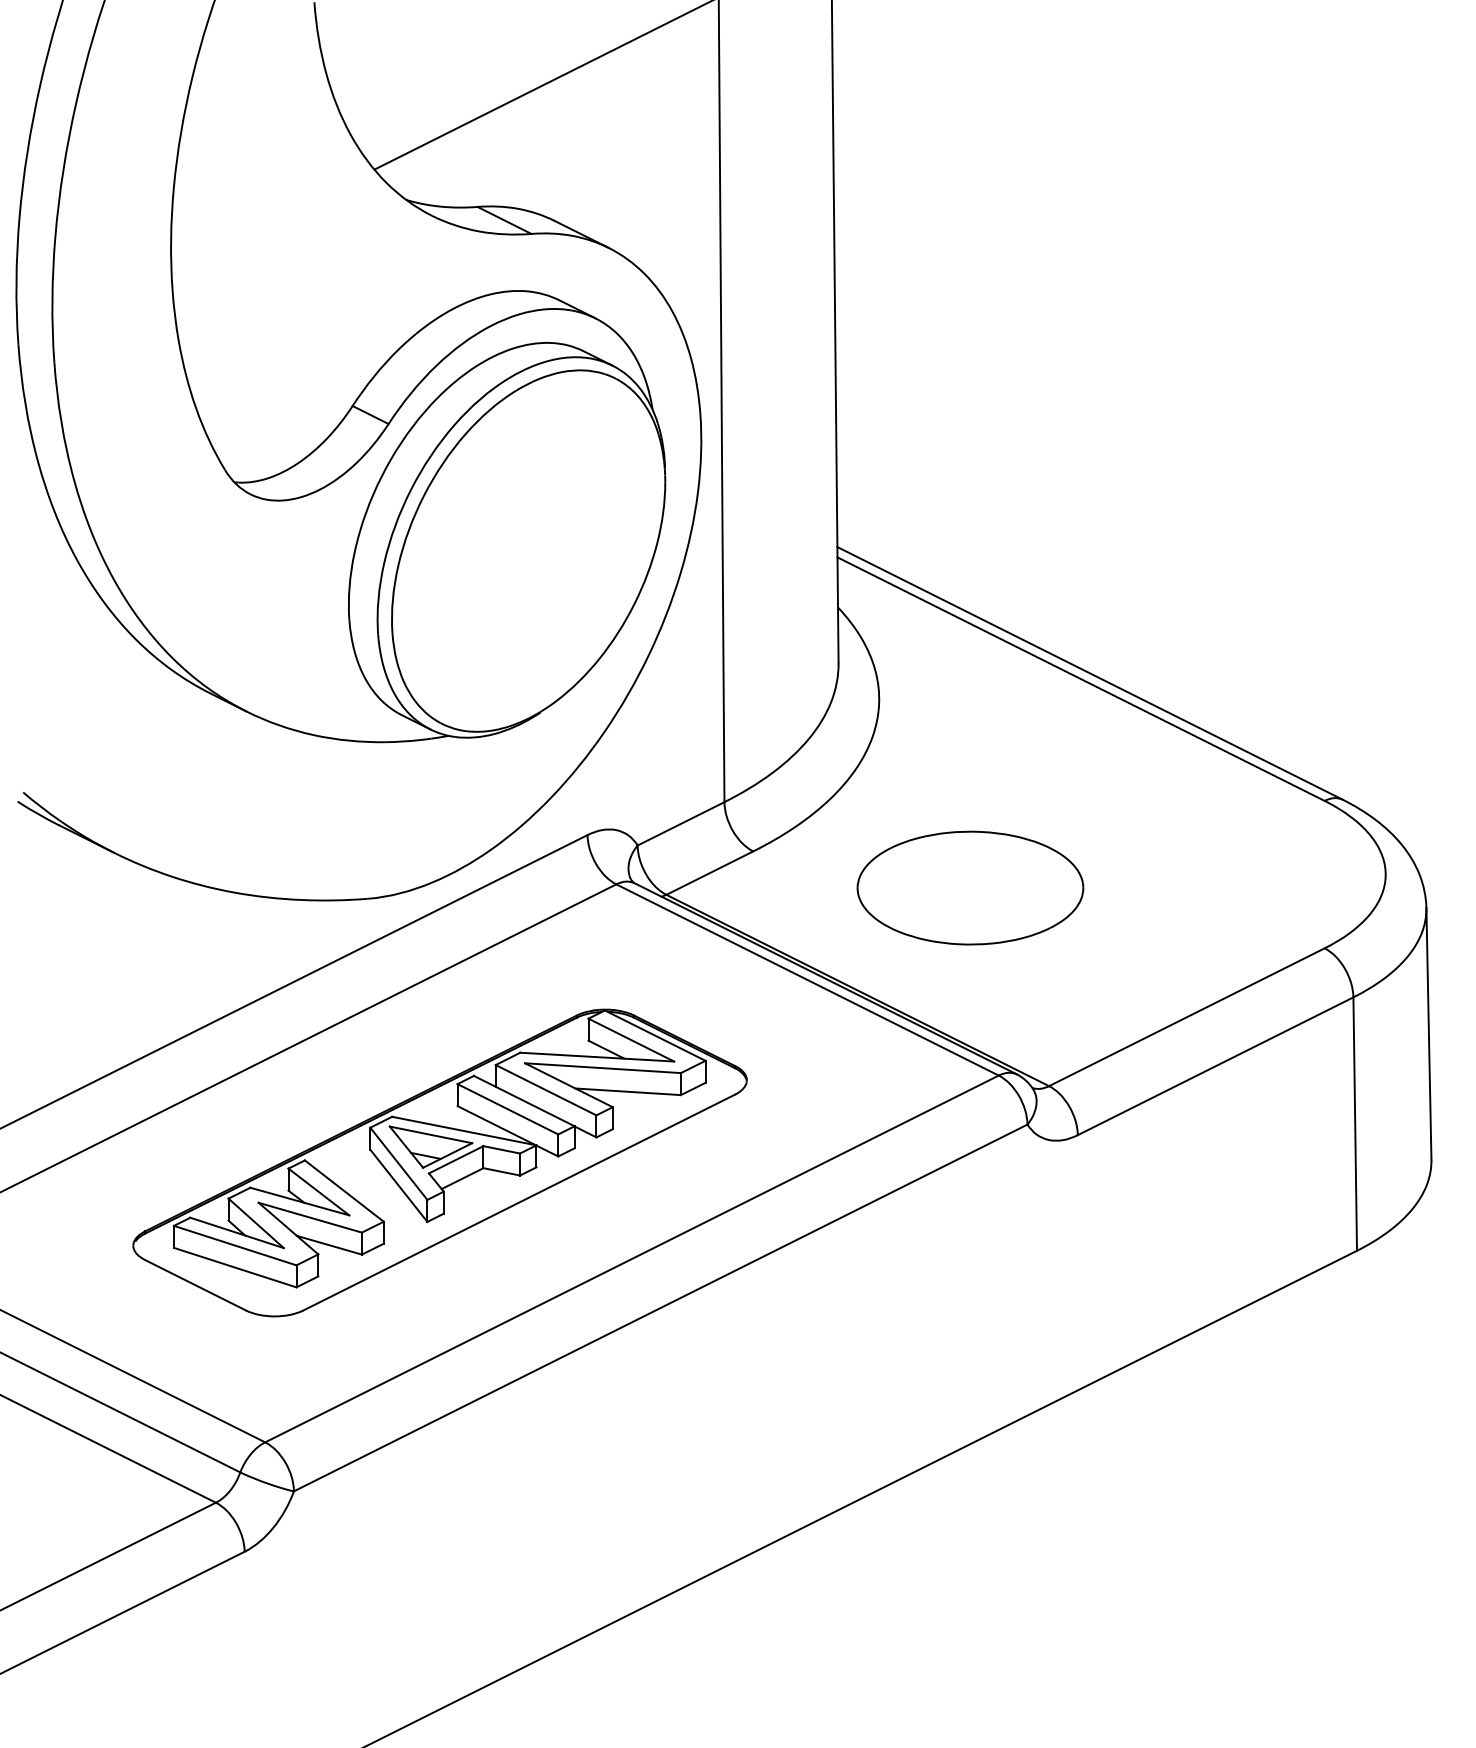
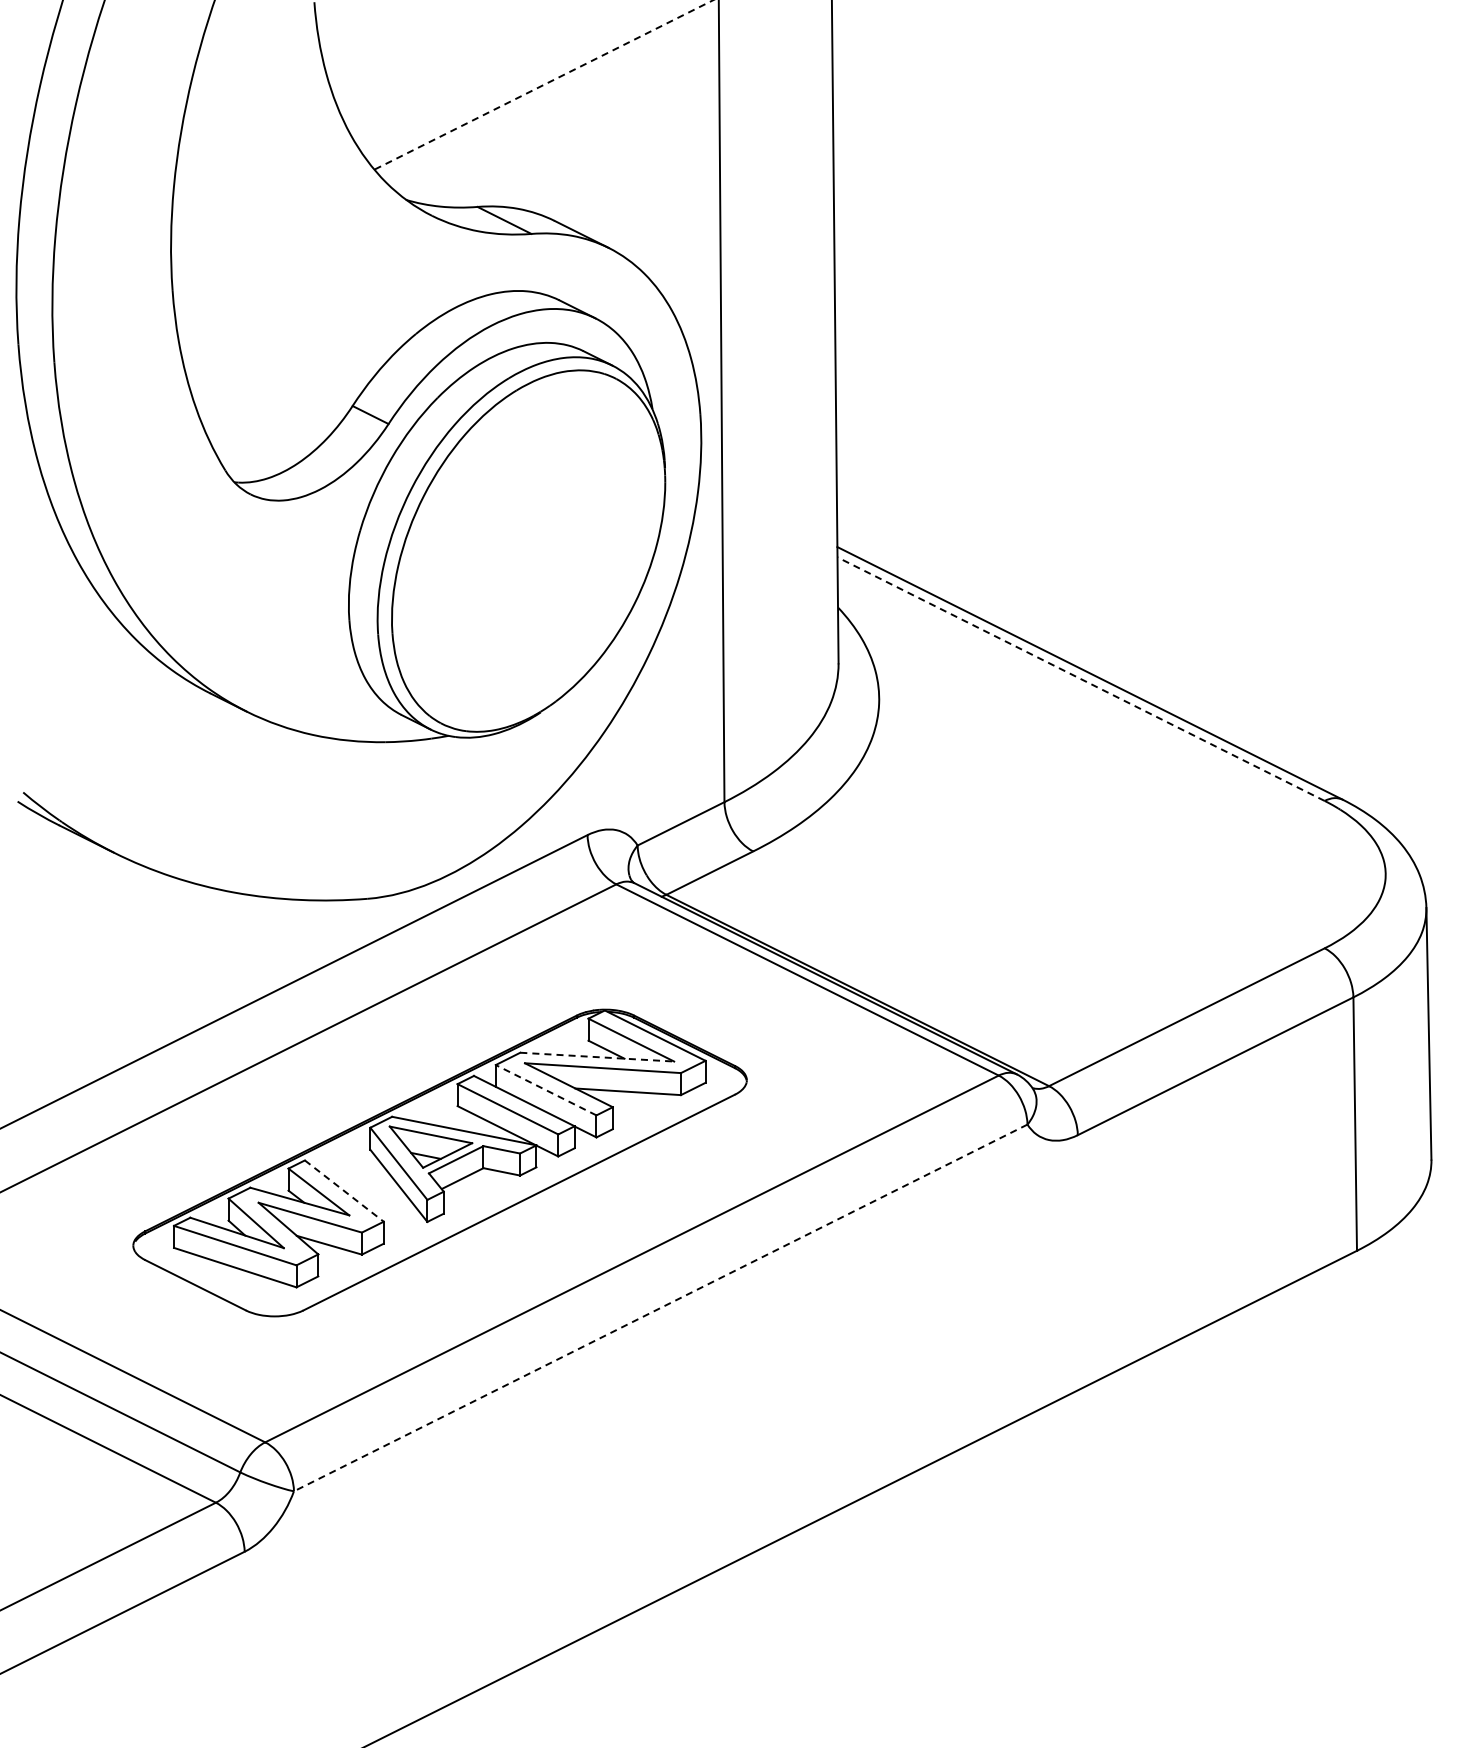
line at (544, 84): solid -> dashed
line at (1080, 678): solid -> dashed
part at (970, 887): present -> none
line at (597, 1057): solid -> dashed
line at (545, 1090): solid -> dashed
line at (344, 1191): solid -> dashed
line at (660, 1308): solid -> dashed
